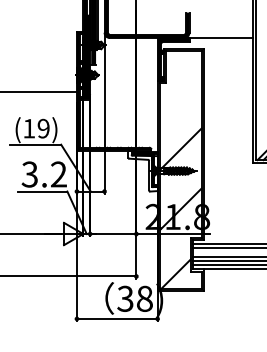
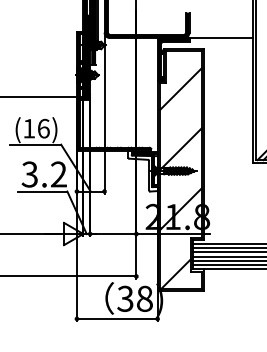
line at (180, 88): none -> present
line at (39, 92) position: (39, 92) -> (39, 97)
text at (43, 128): (19) -> (16)
line at (228, 252): none -> present
